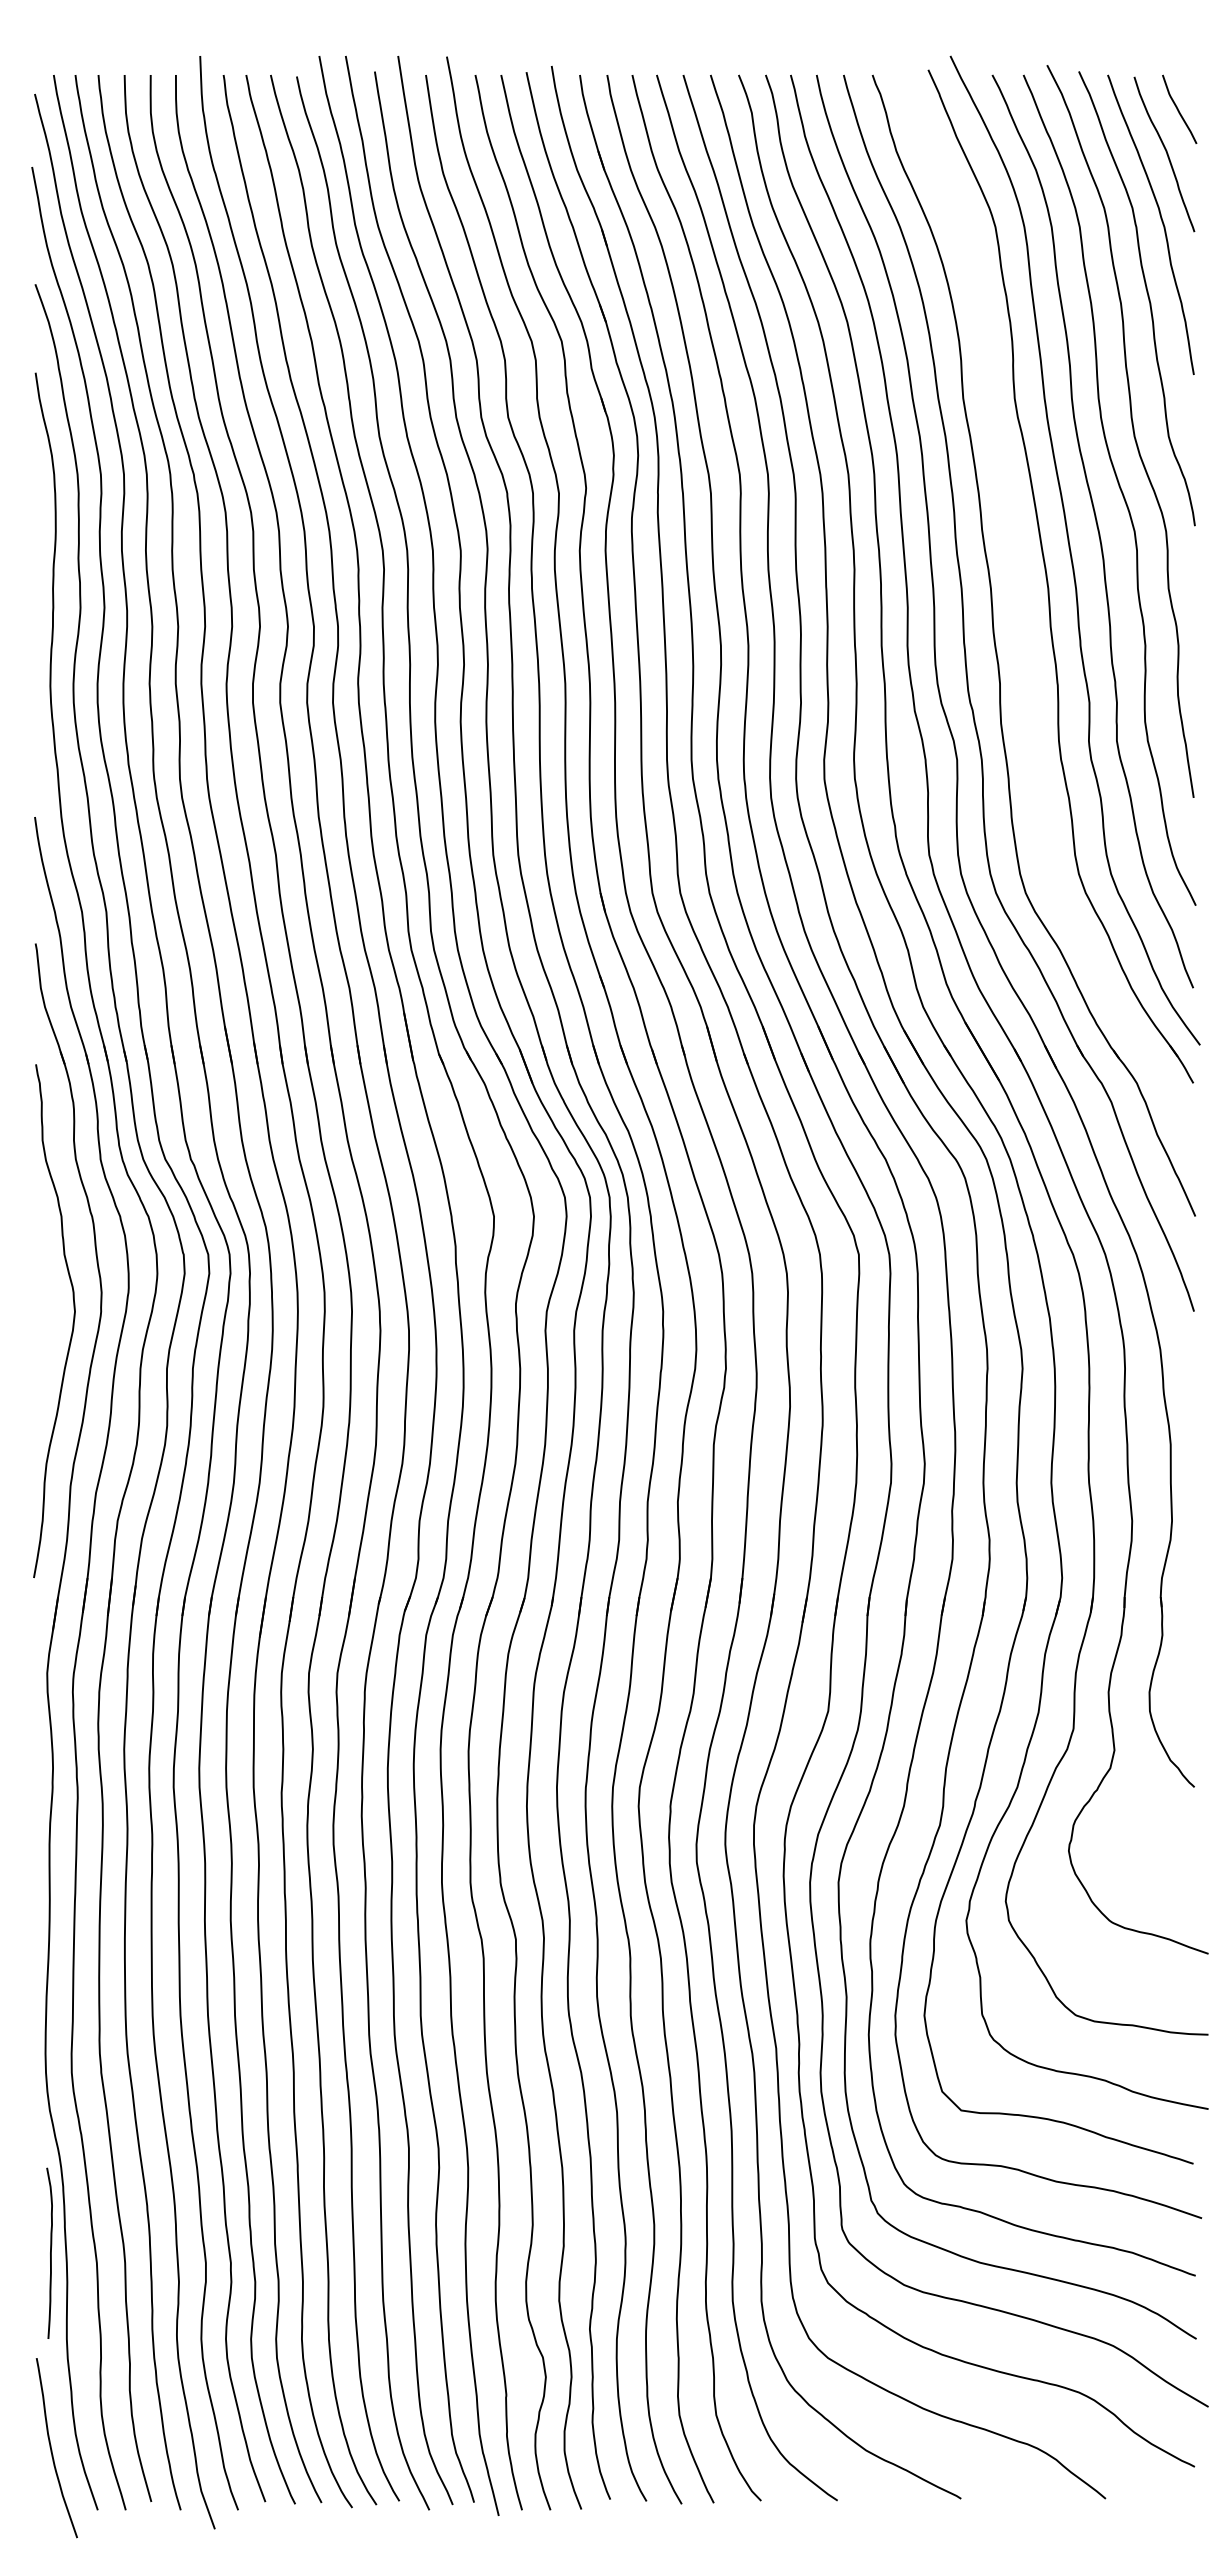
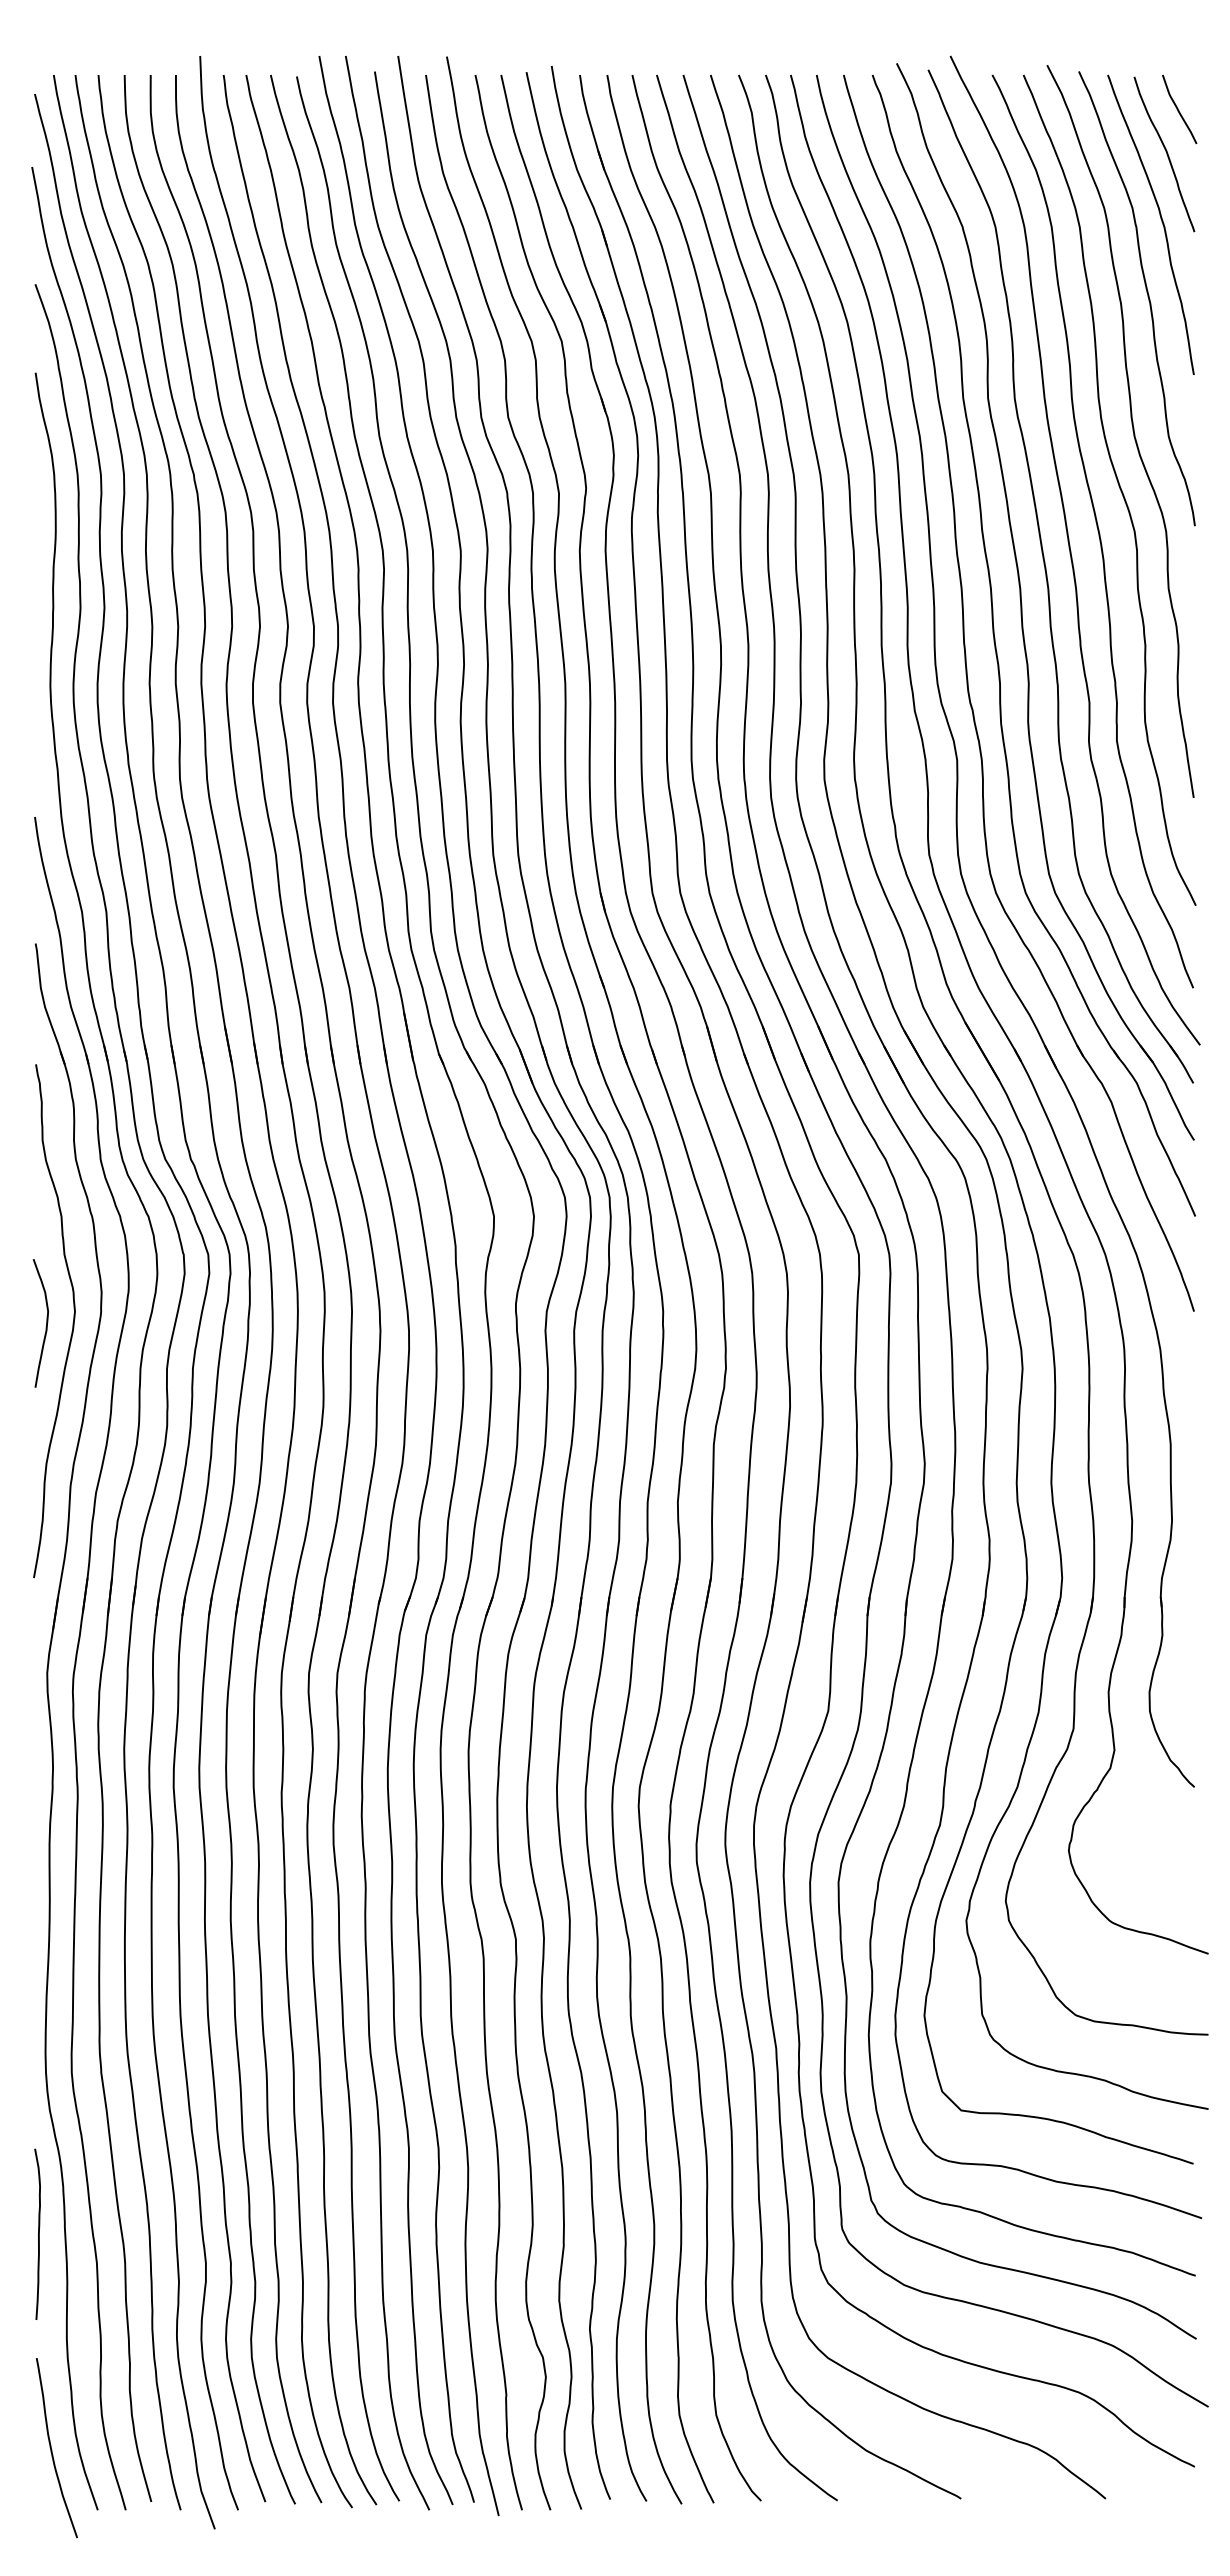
part at (1022, 604): none -> present
curve at (46, 1323): none -> present
curve at (50, 2252) position: (50, 2252) -> (38, 2233)
